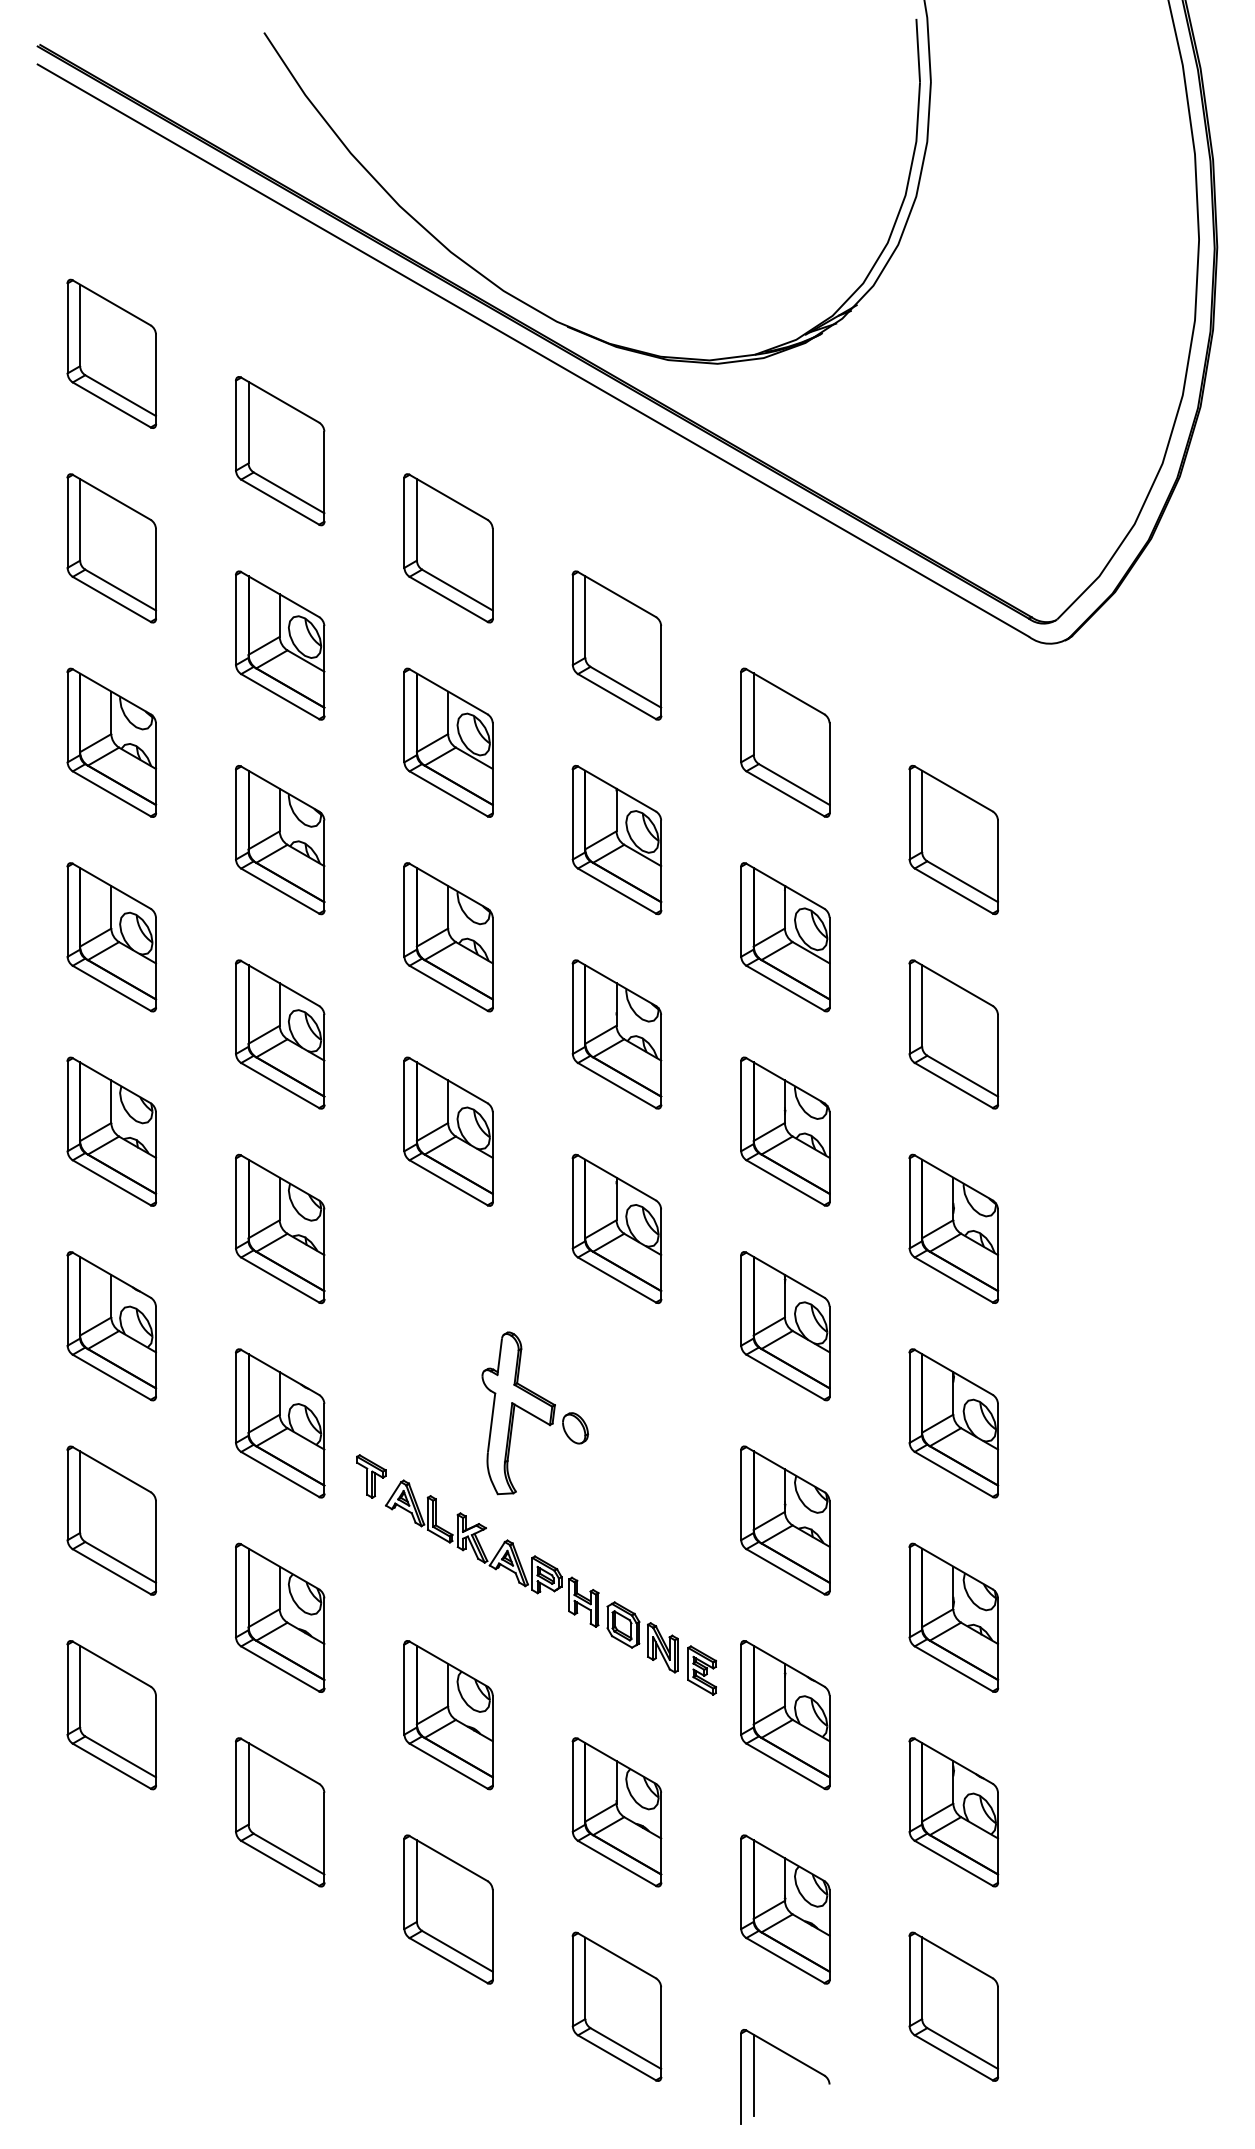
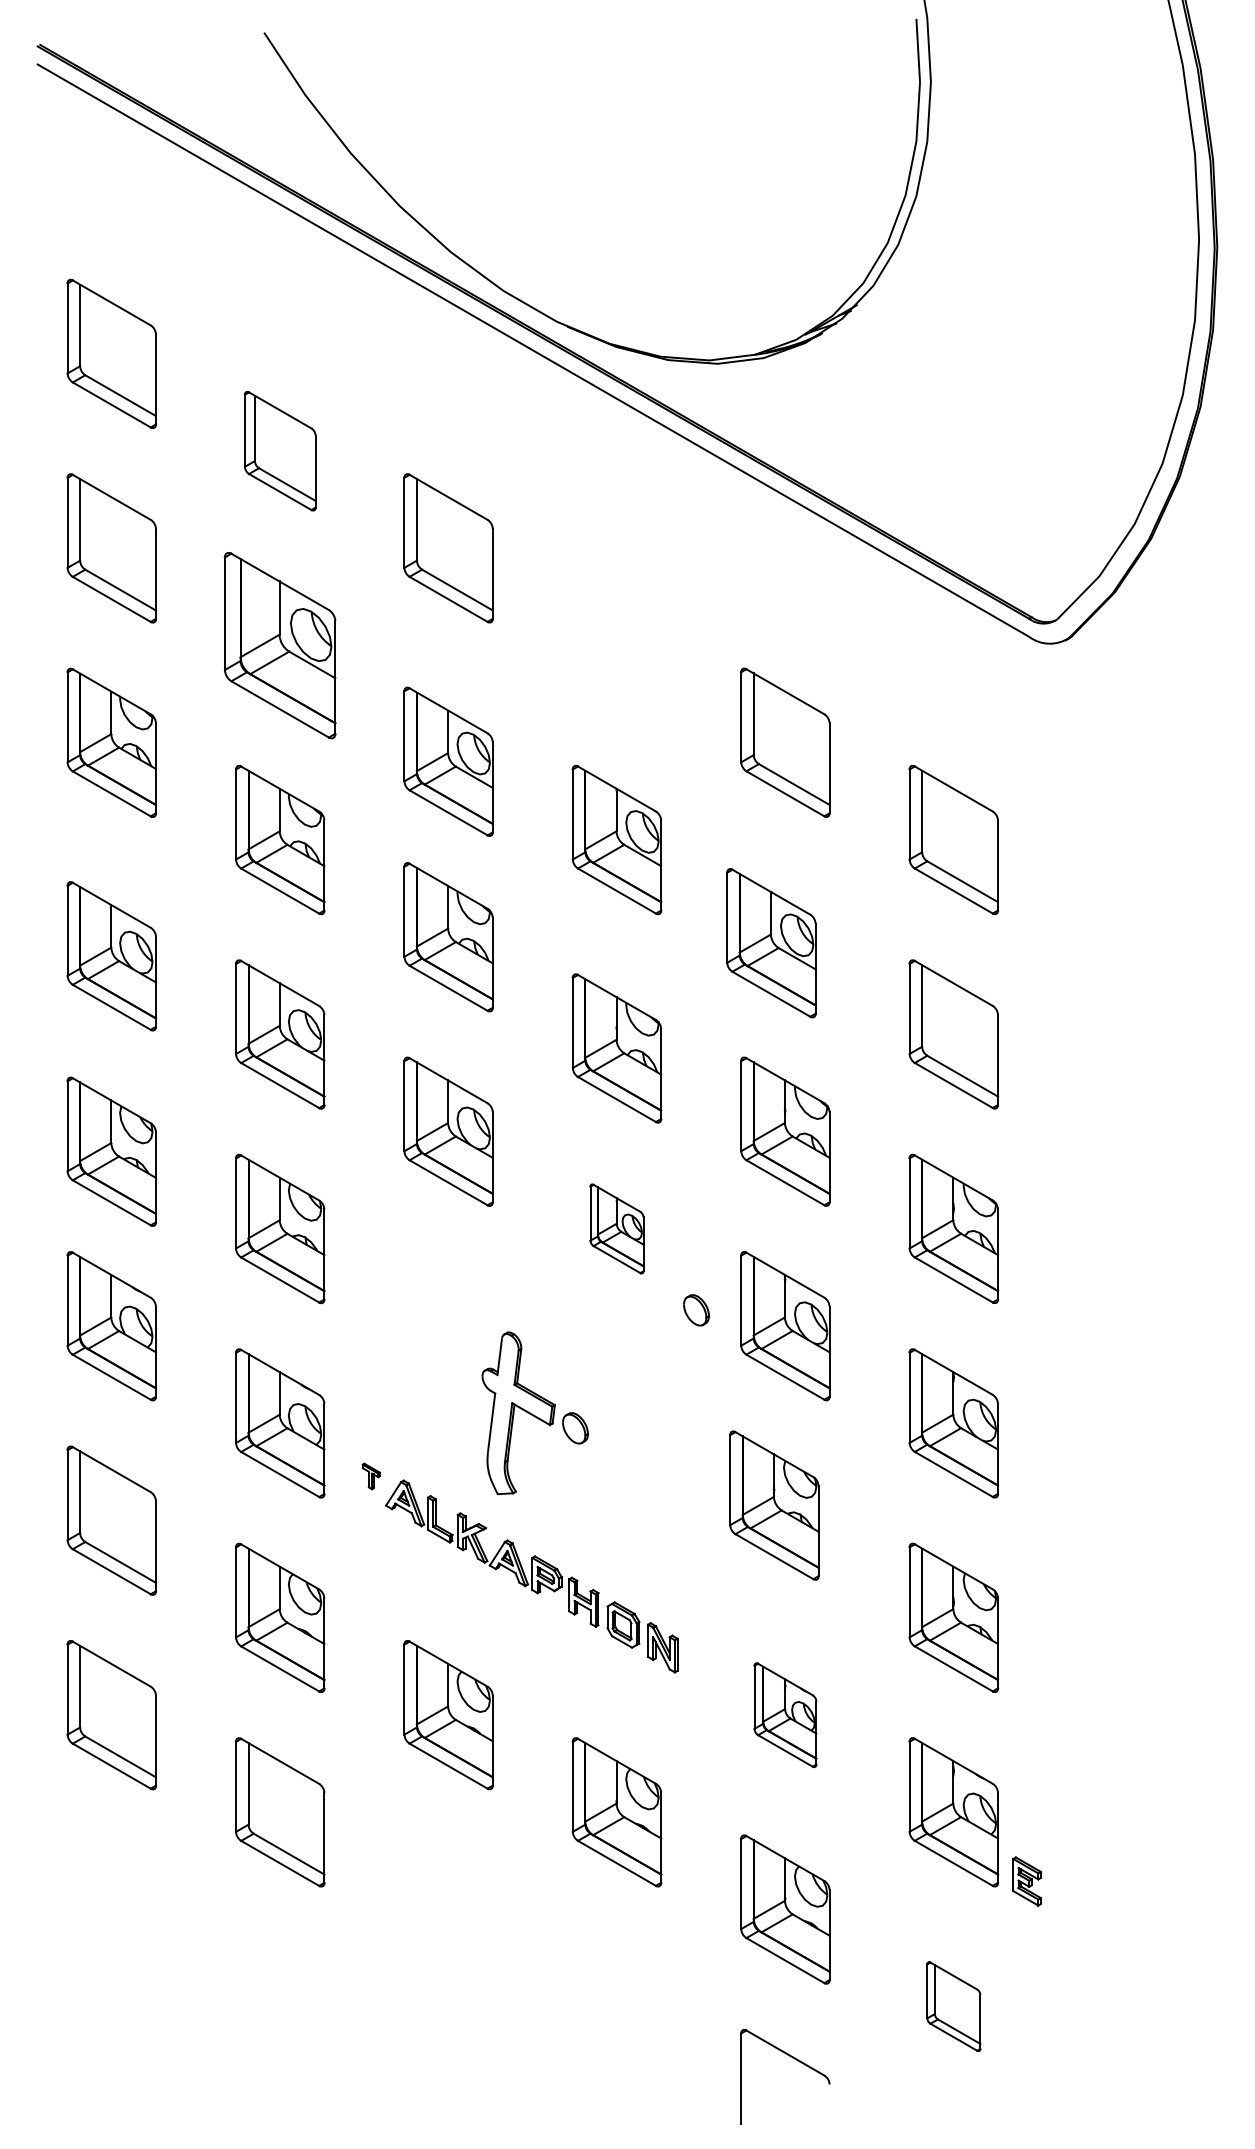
part at (280, 451) size: 91x151 px -> 74x121 px
part at (280, 645) size: 91x151 px -> 114x188 px
part at (616, 645): present -> none
part at (448, 742) position: (448, 742) -> (448, 761)
part at (111, 937) position: (111, 937) -> (111, 956)
part at (785, 937) position: (785, 937) -> (771, 943)
part at (616, 1034) position: (616, 1034) -> (616, 1048)
part at (111, 1131) position: (111, 1131) -> (111, 1151)
part at (616, 1228) size: 92x152 px -> 56x92 px
part at (696, 1310): none -> present
part at (371, 1476) size: 31x45 px -> 20x29 px
part at (785, 1520) position: (785, 1520) -> (774, 1505)
part at (701, 1670) position: (701, 1670) -> (1026, 1881)
part at (785, 1715) size: 91x151 px -> 65x107 px
part at (448, 1909): present -> none
part at (616, 2006): present -> none
part at (953, 2006) size: 92x151 px -> 56x92 px
line at (753, 2075): present -> none
